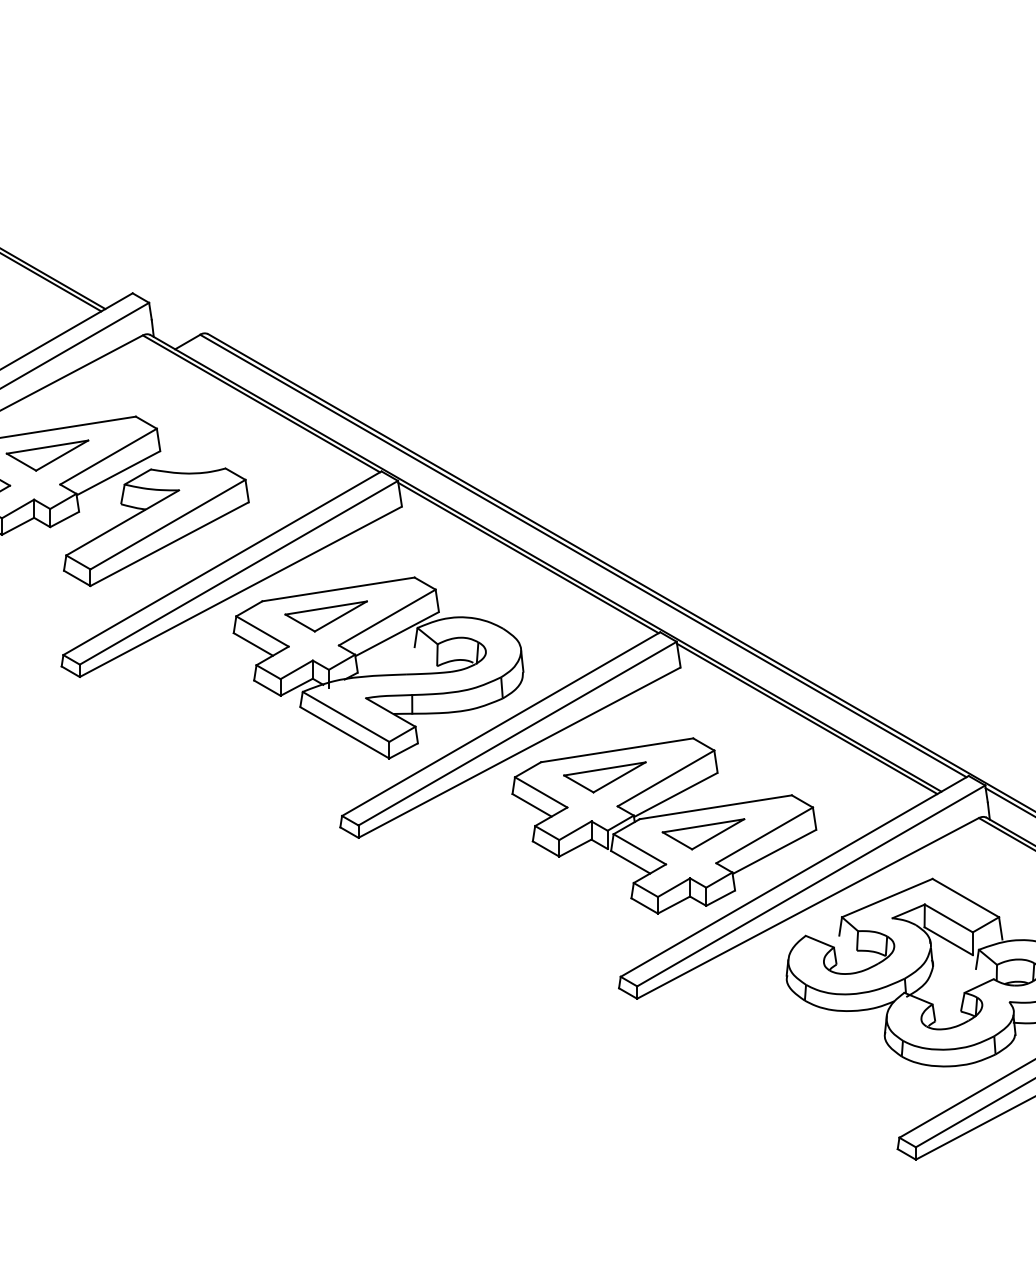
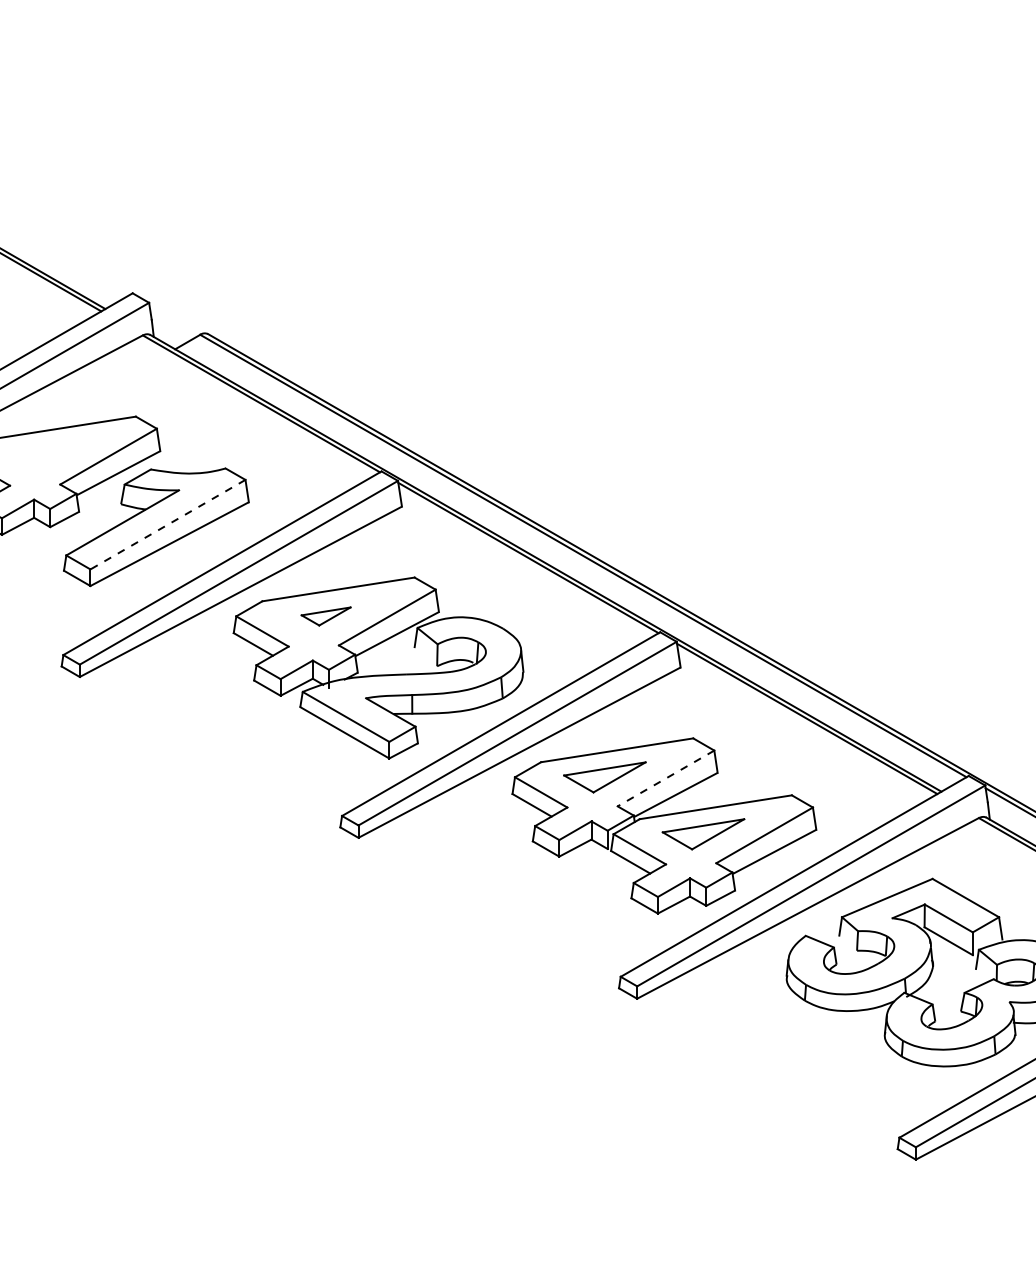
part at (47, 455): present -> none
line at (167, 524): solid -> dashed
part at (325, 616) size: 84x33 px -> 52x21 px
line at (666, 778): solid -> dashed
